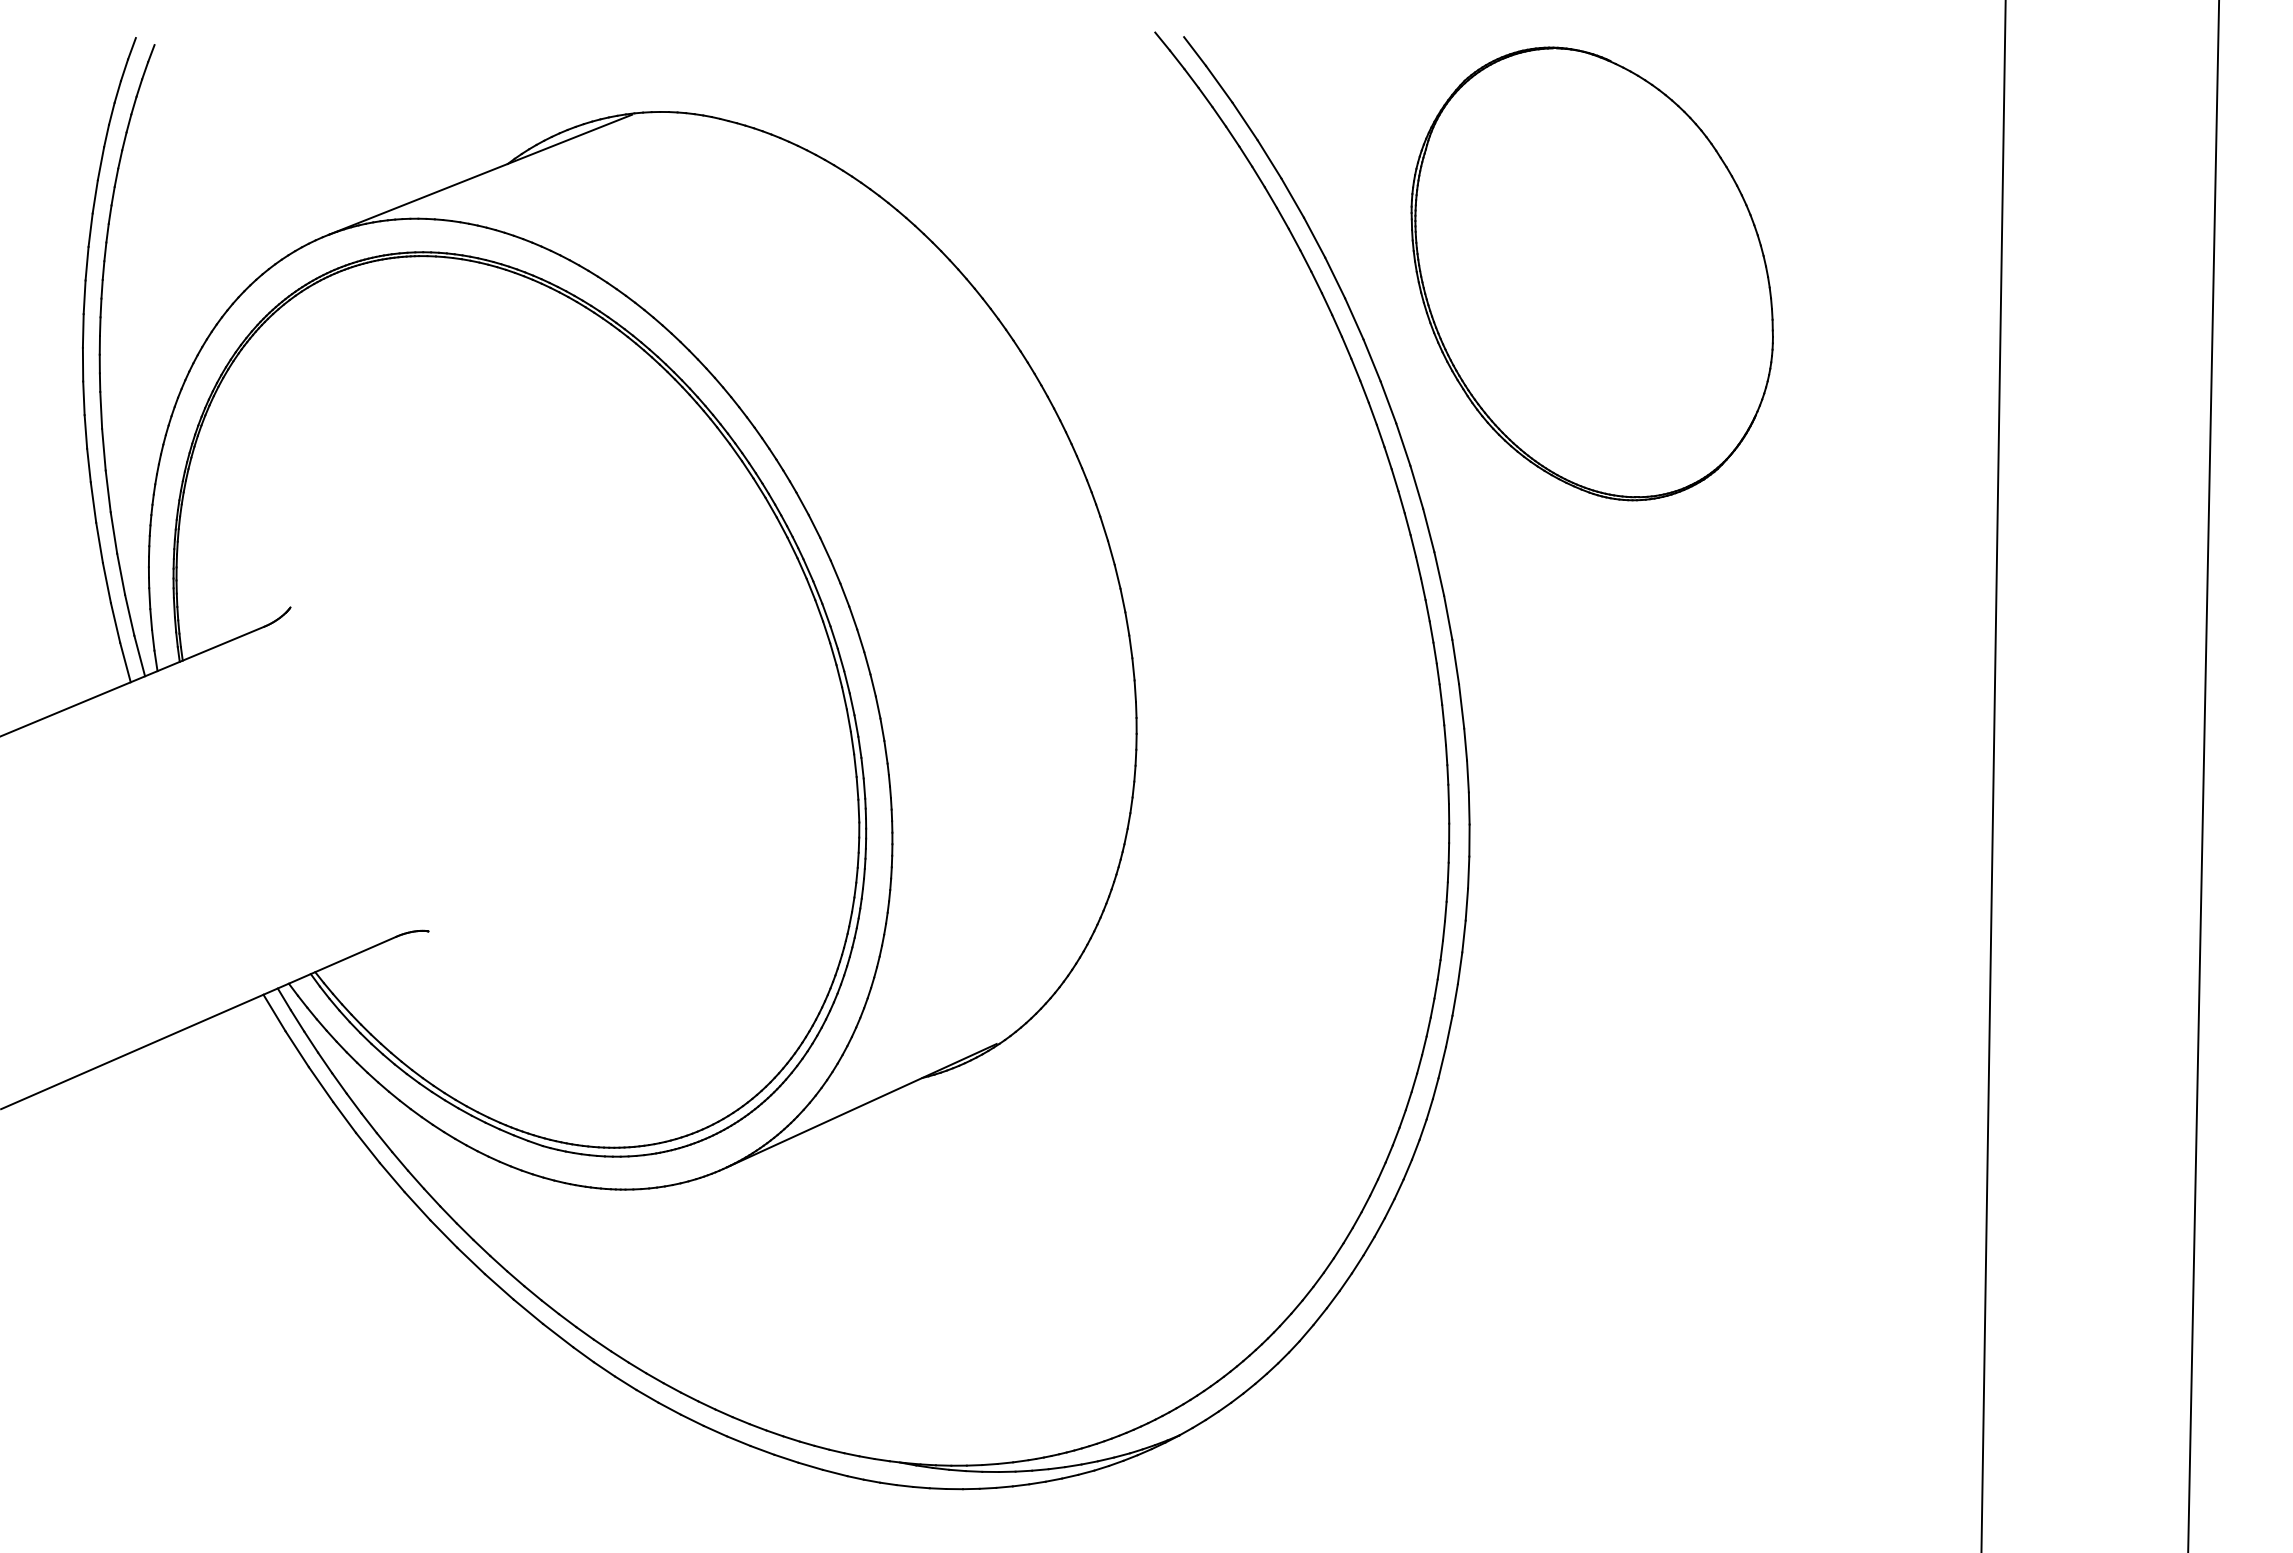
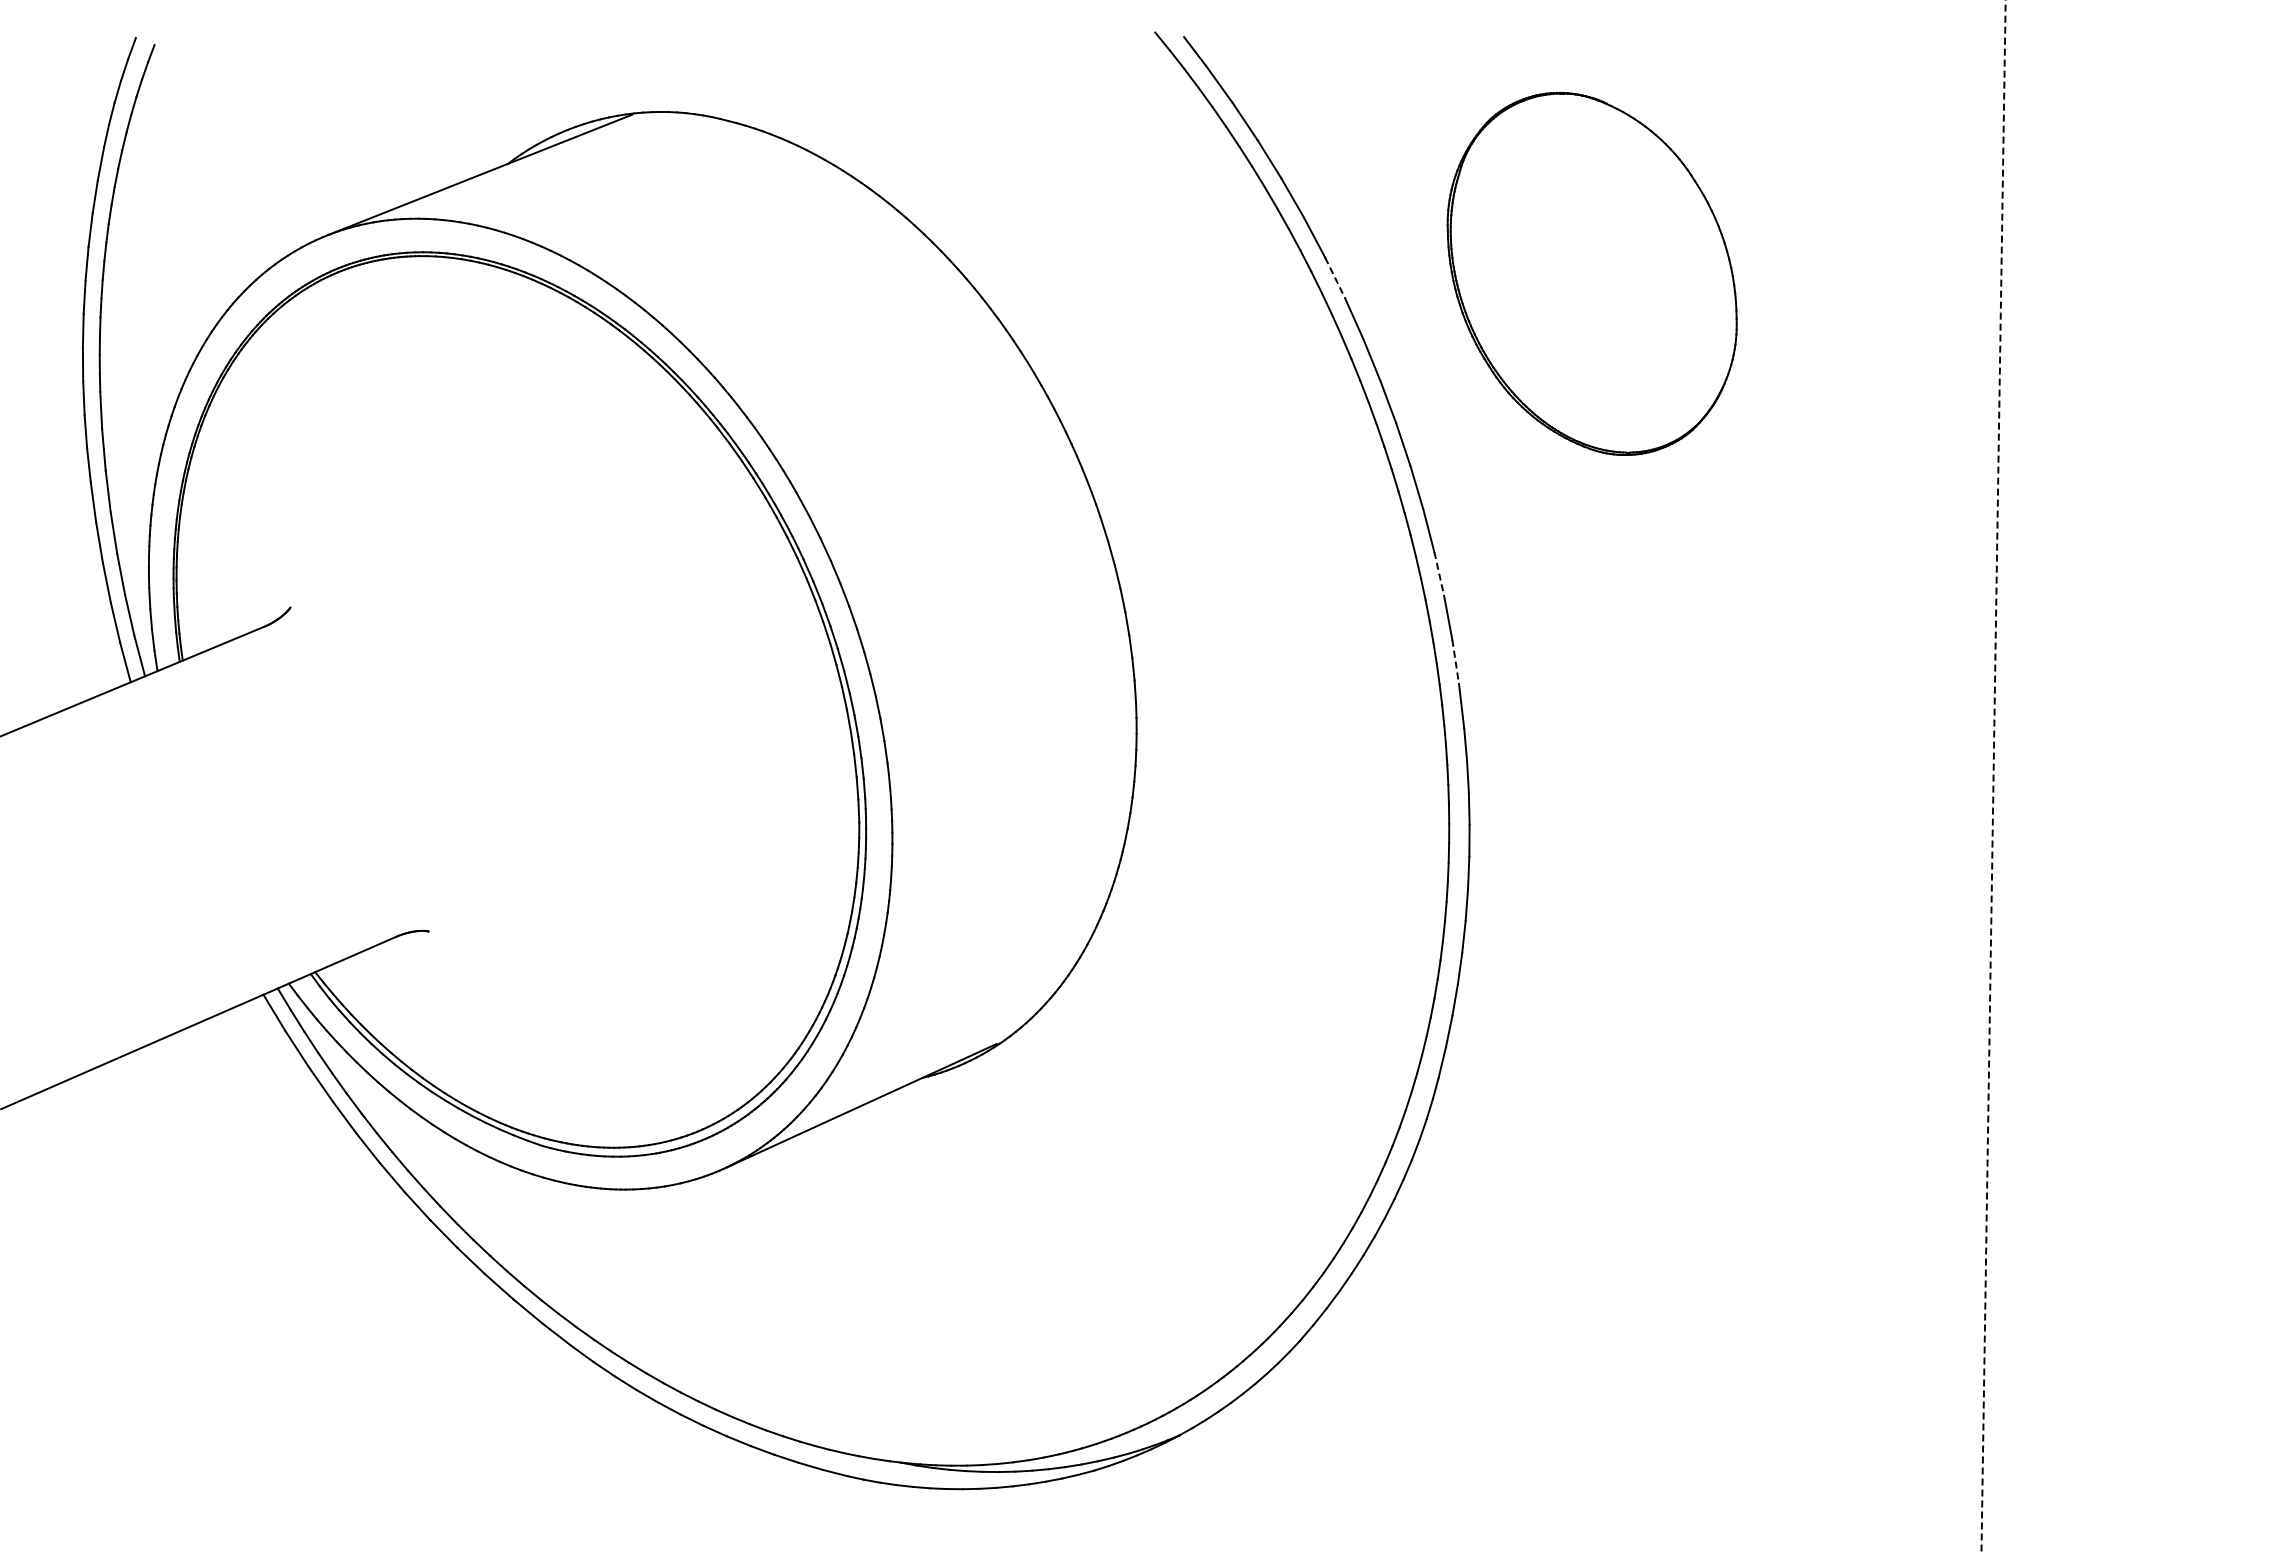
part at (1591, 273) size: 364x456 px -> 292x365 px
line at (1335, 278): solid -> dashed
line at (1439, 574): solid -> dashed
line at (1455, 662): solid -> dashed
line at (1993, 775): solid -> dashed
line at (2203, 775): present -> none
